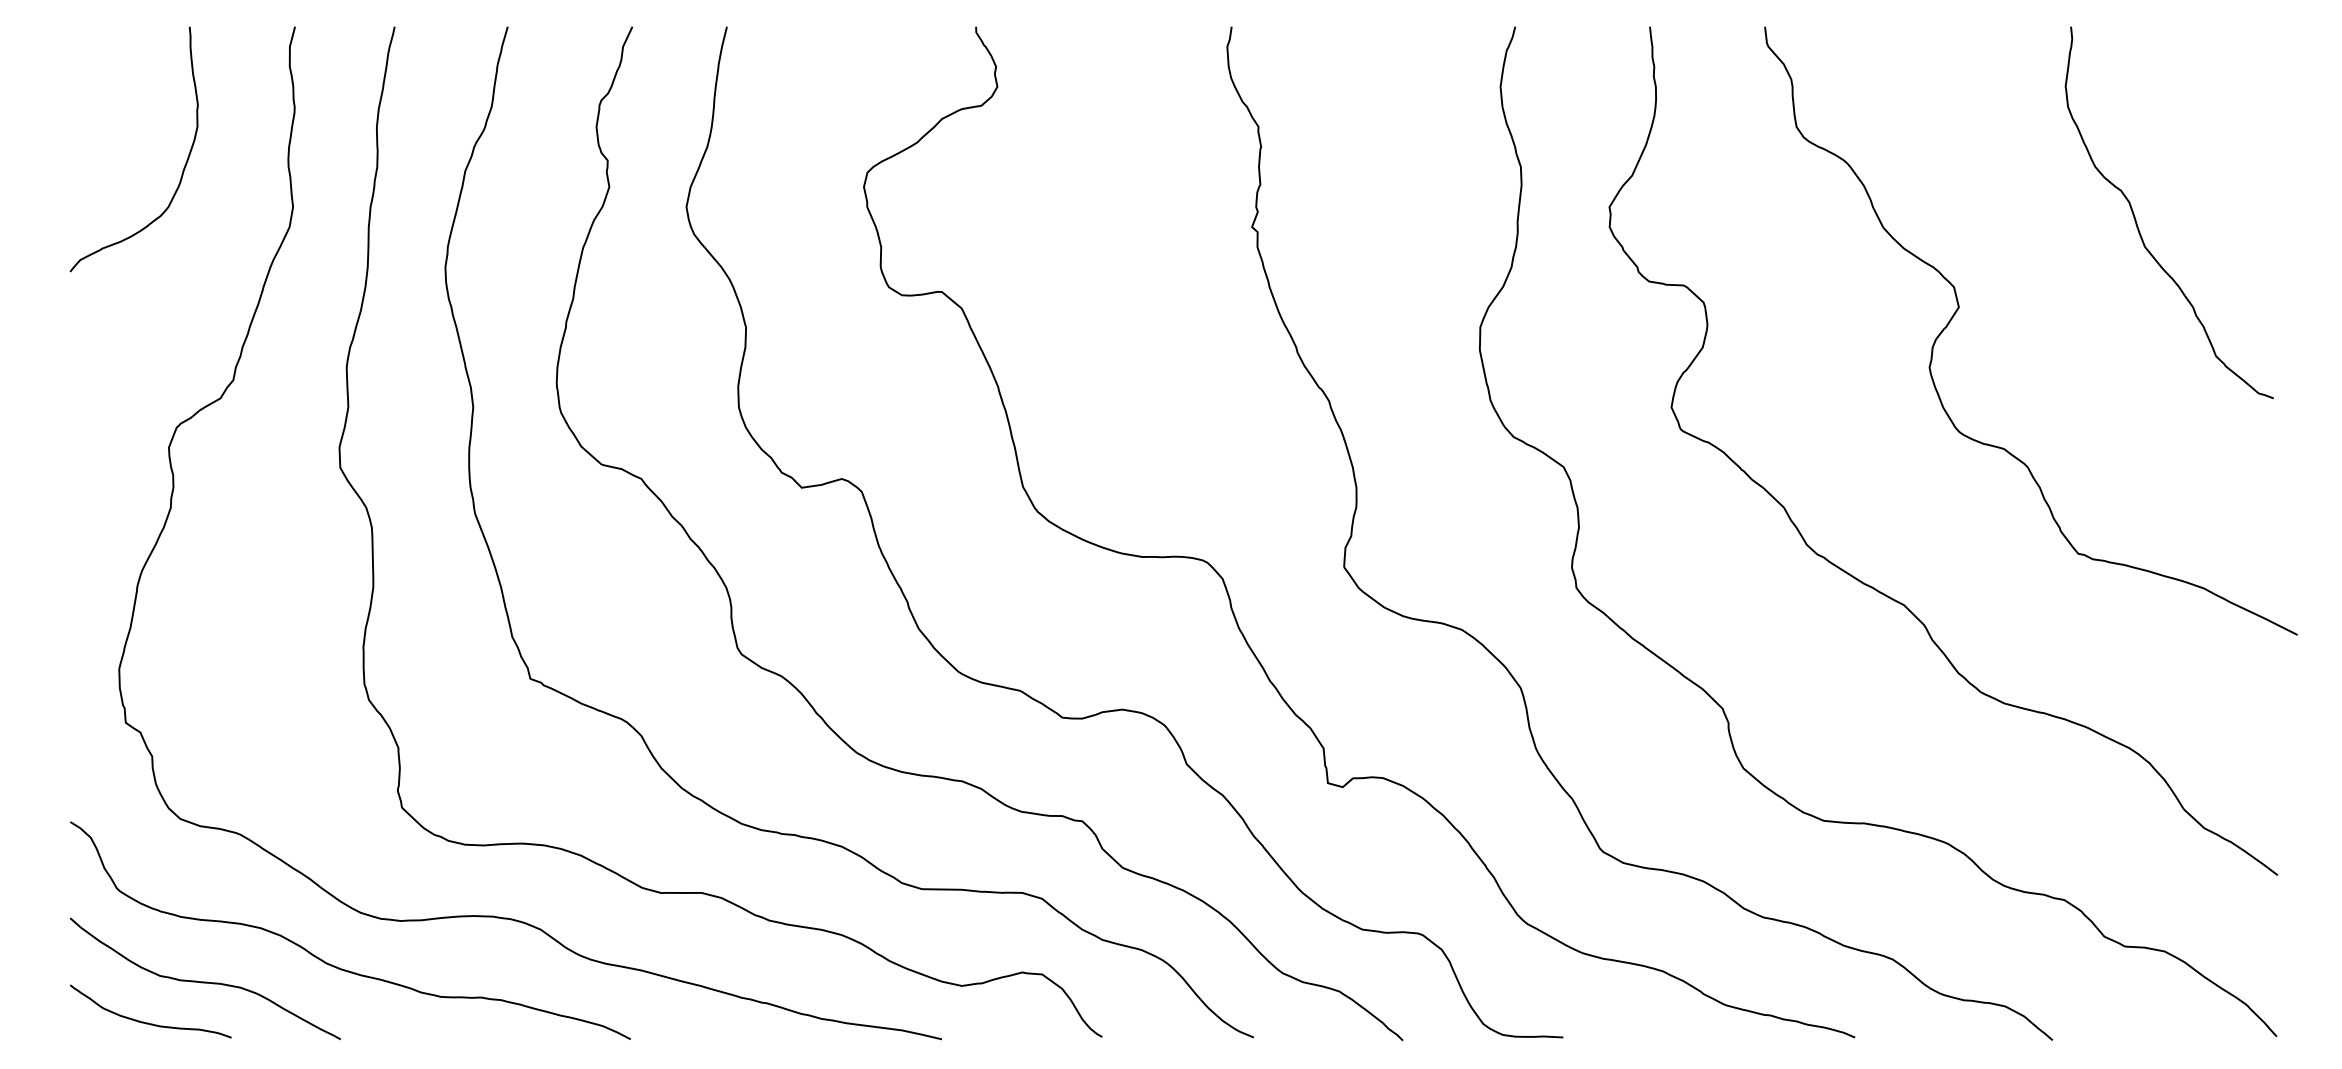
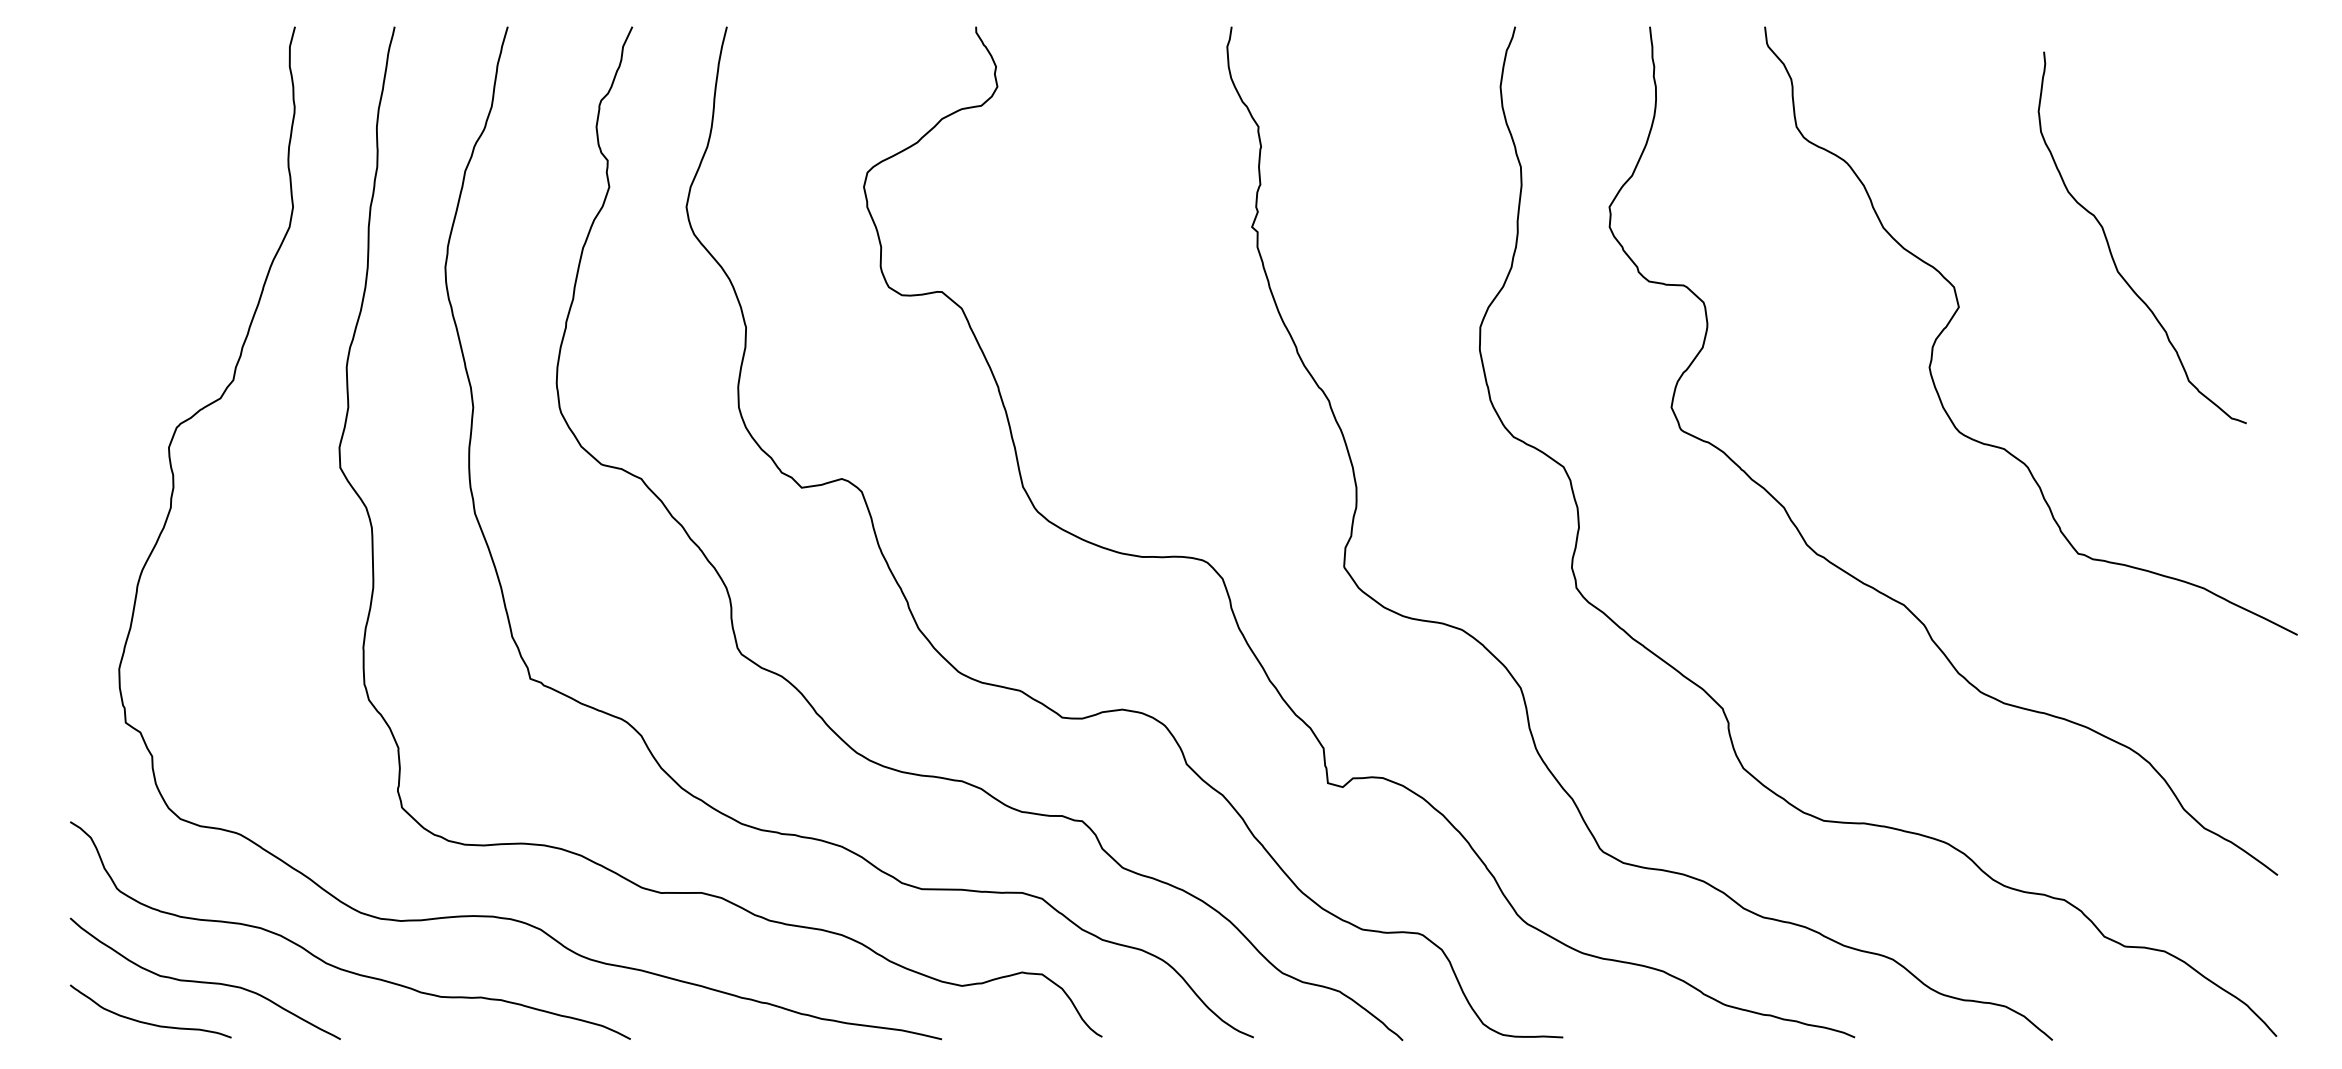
curve at (183, 167): present -> none
curve at (2136, 219) position: (2136, 219) -> (2109, 244)
